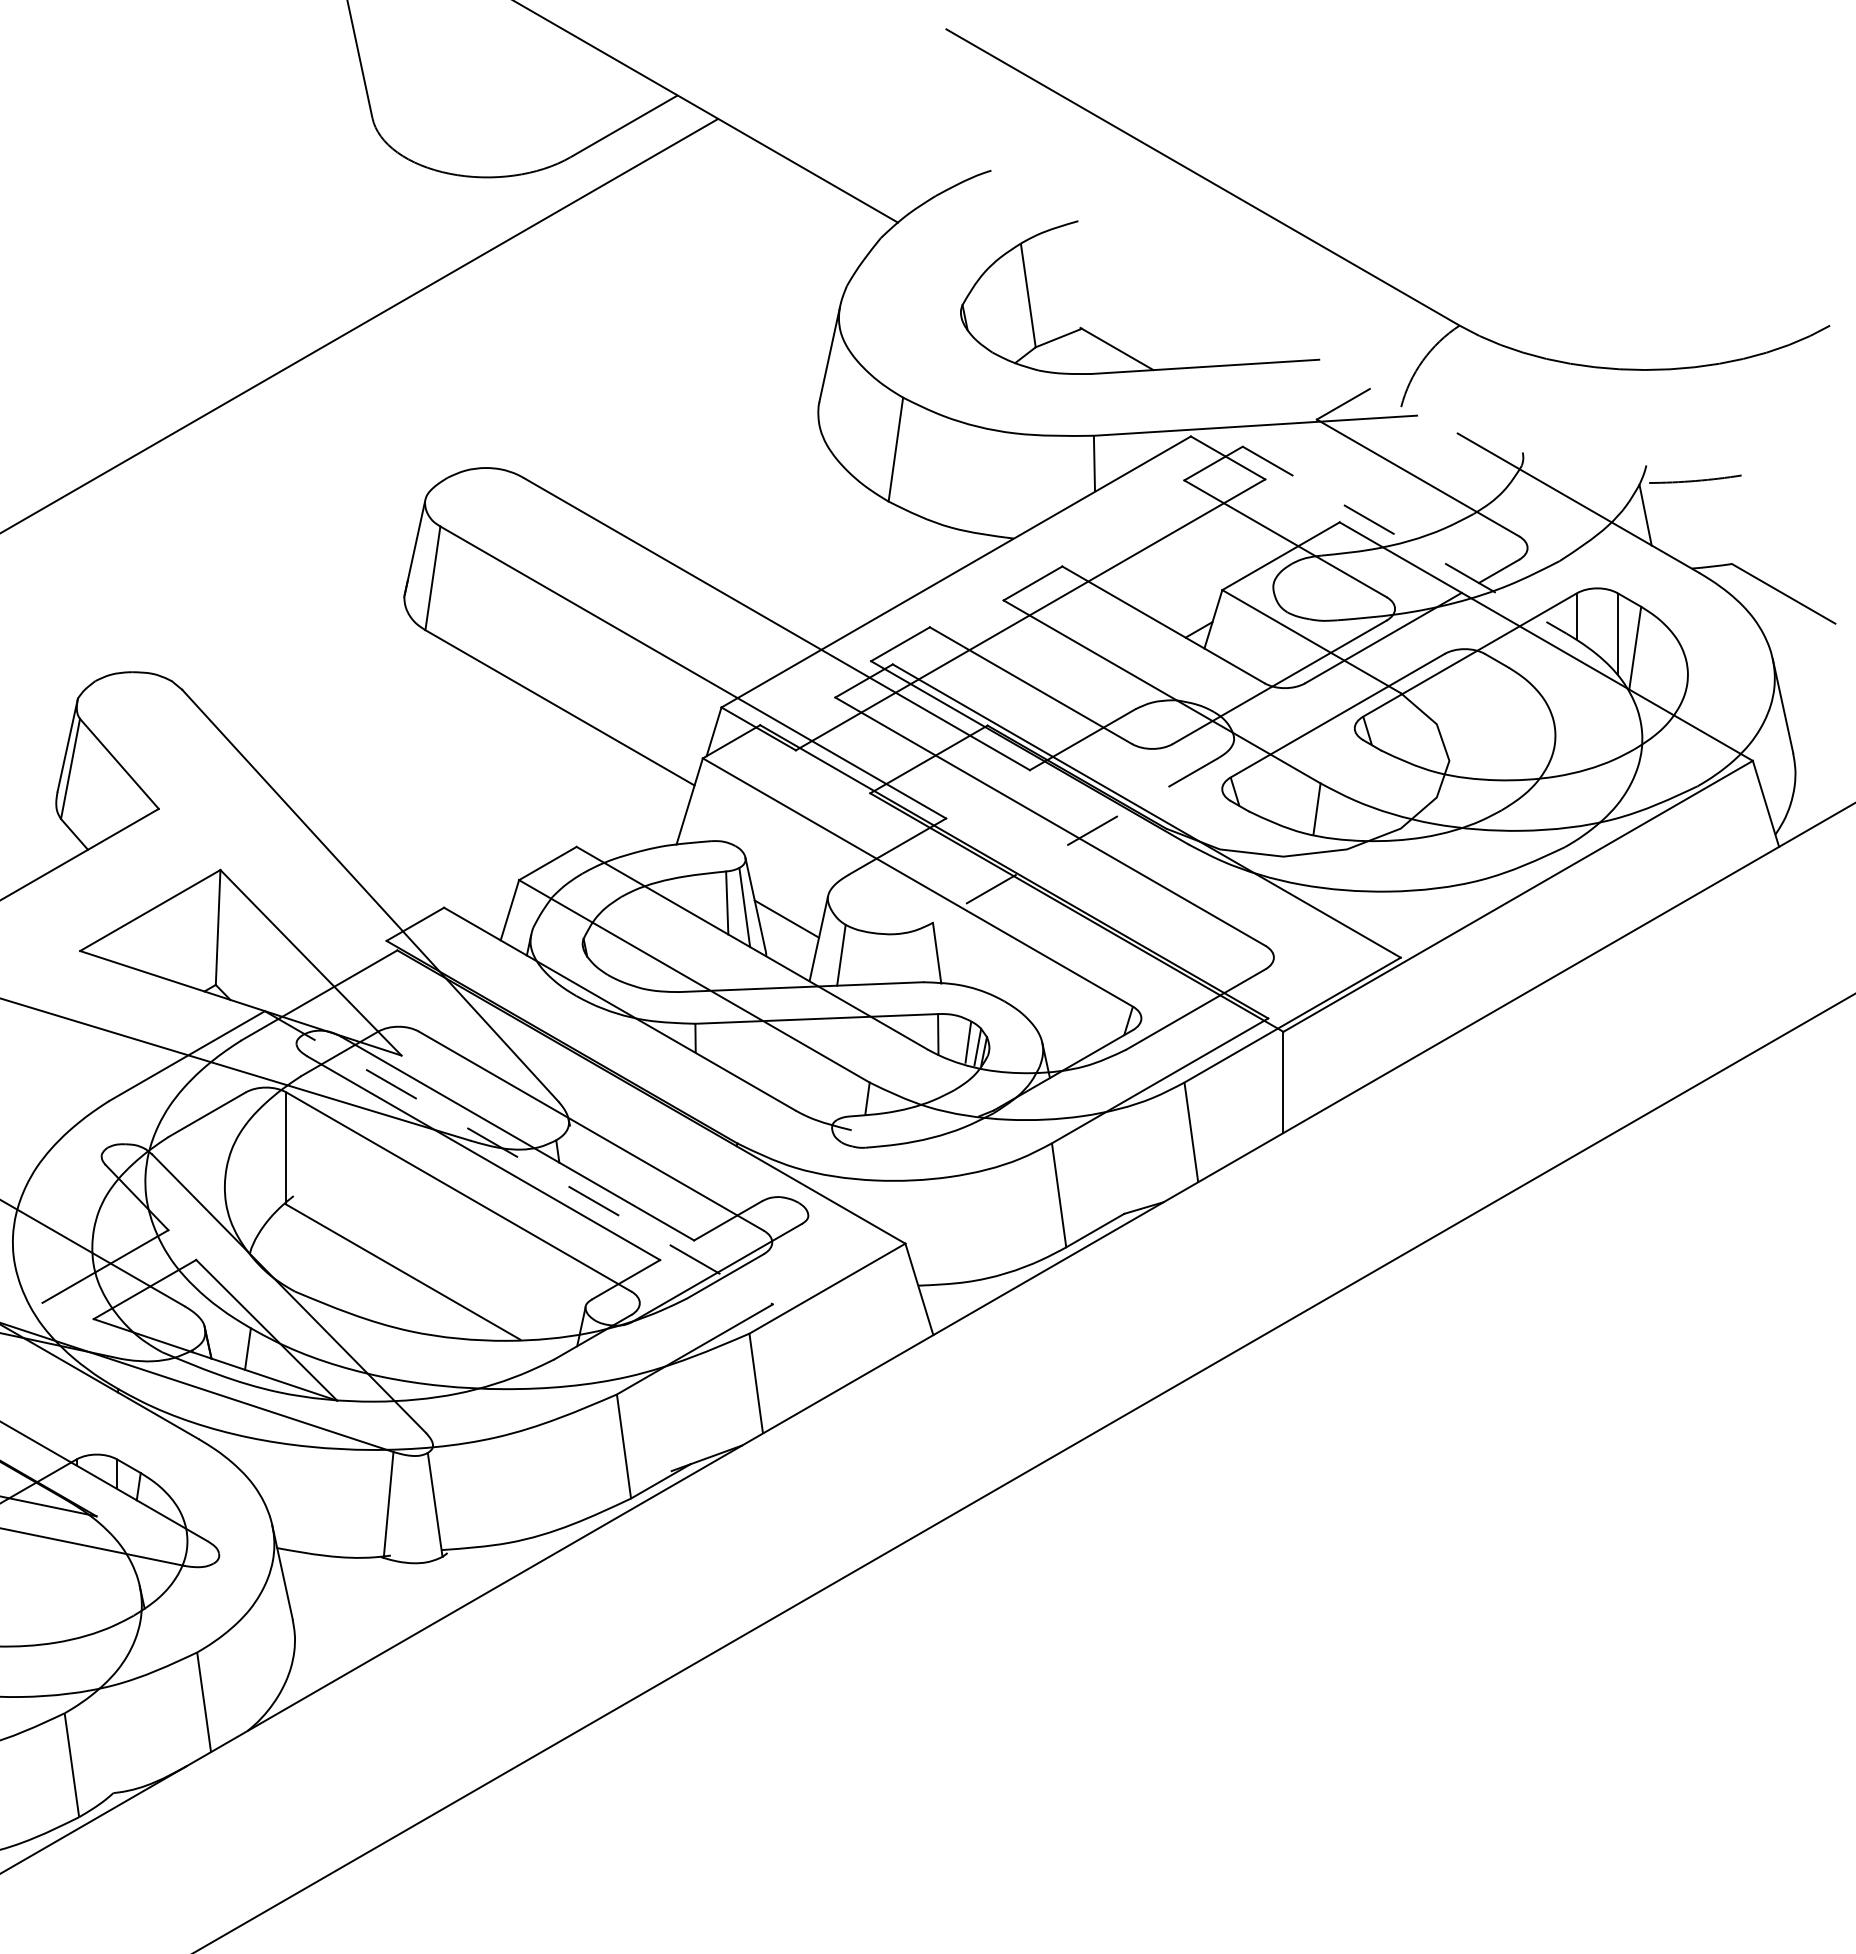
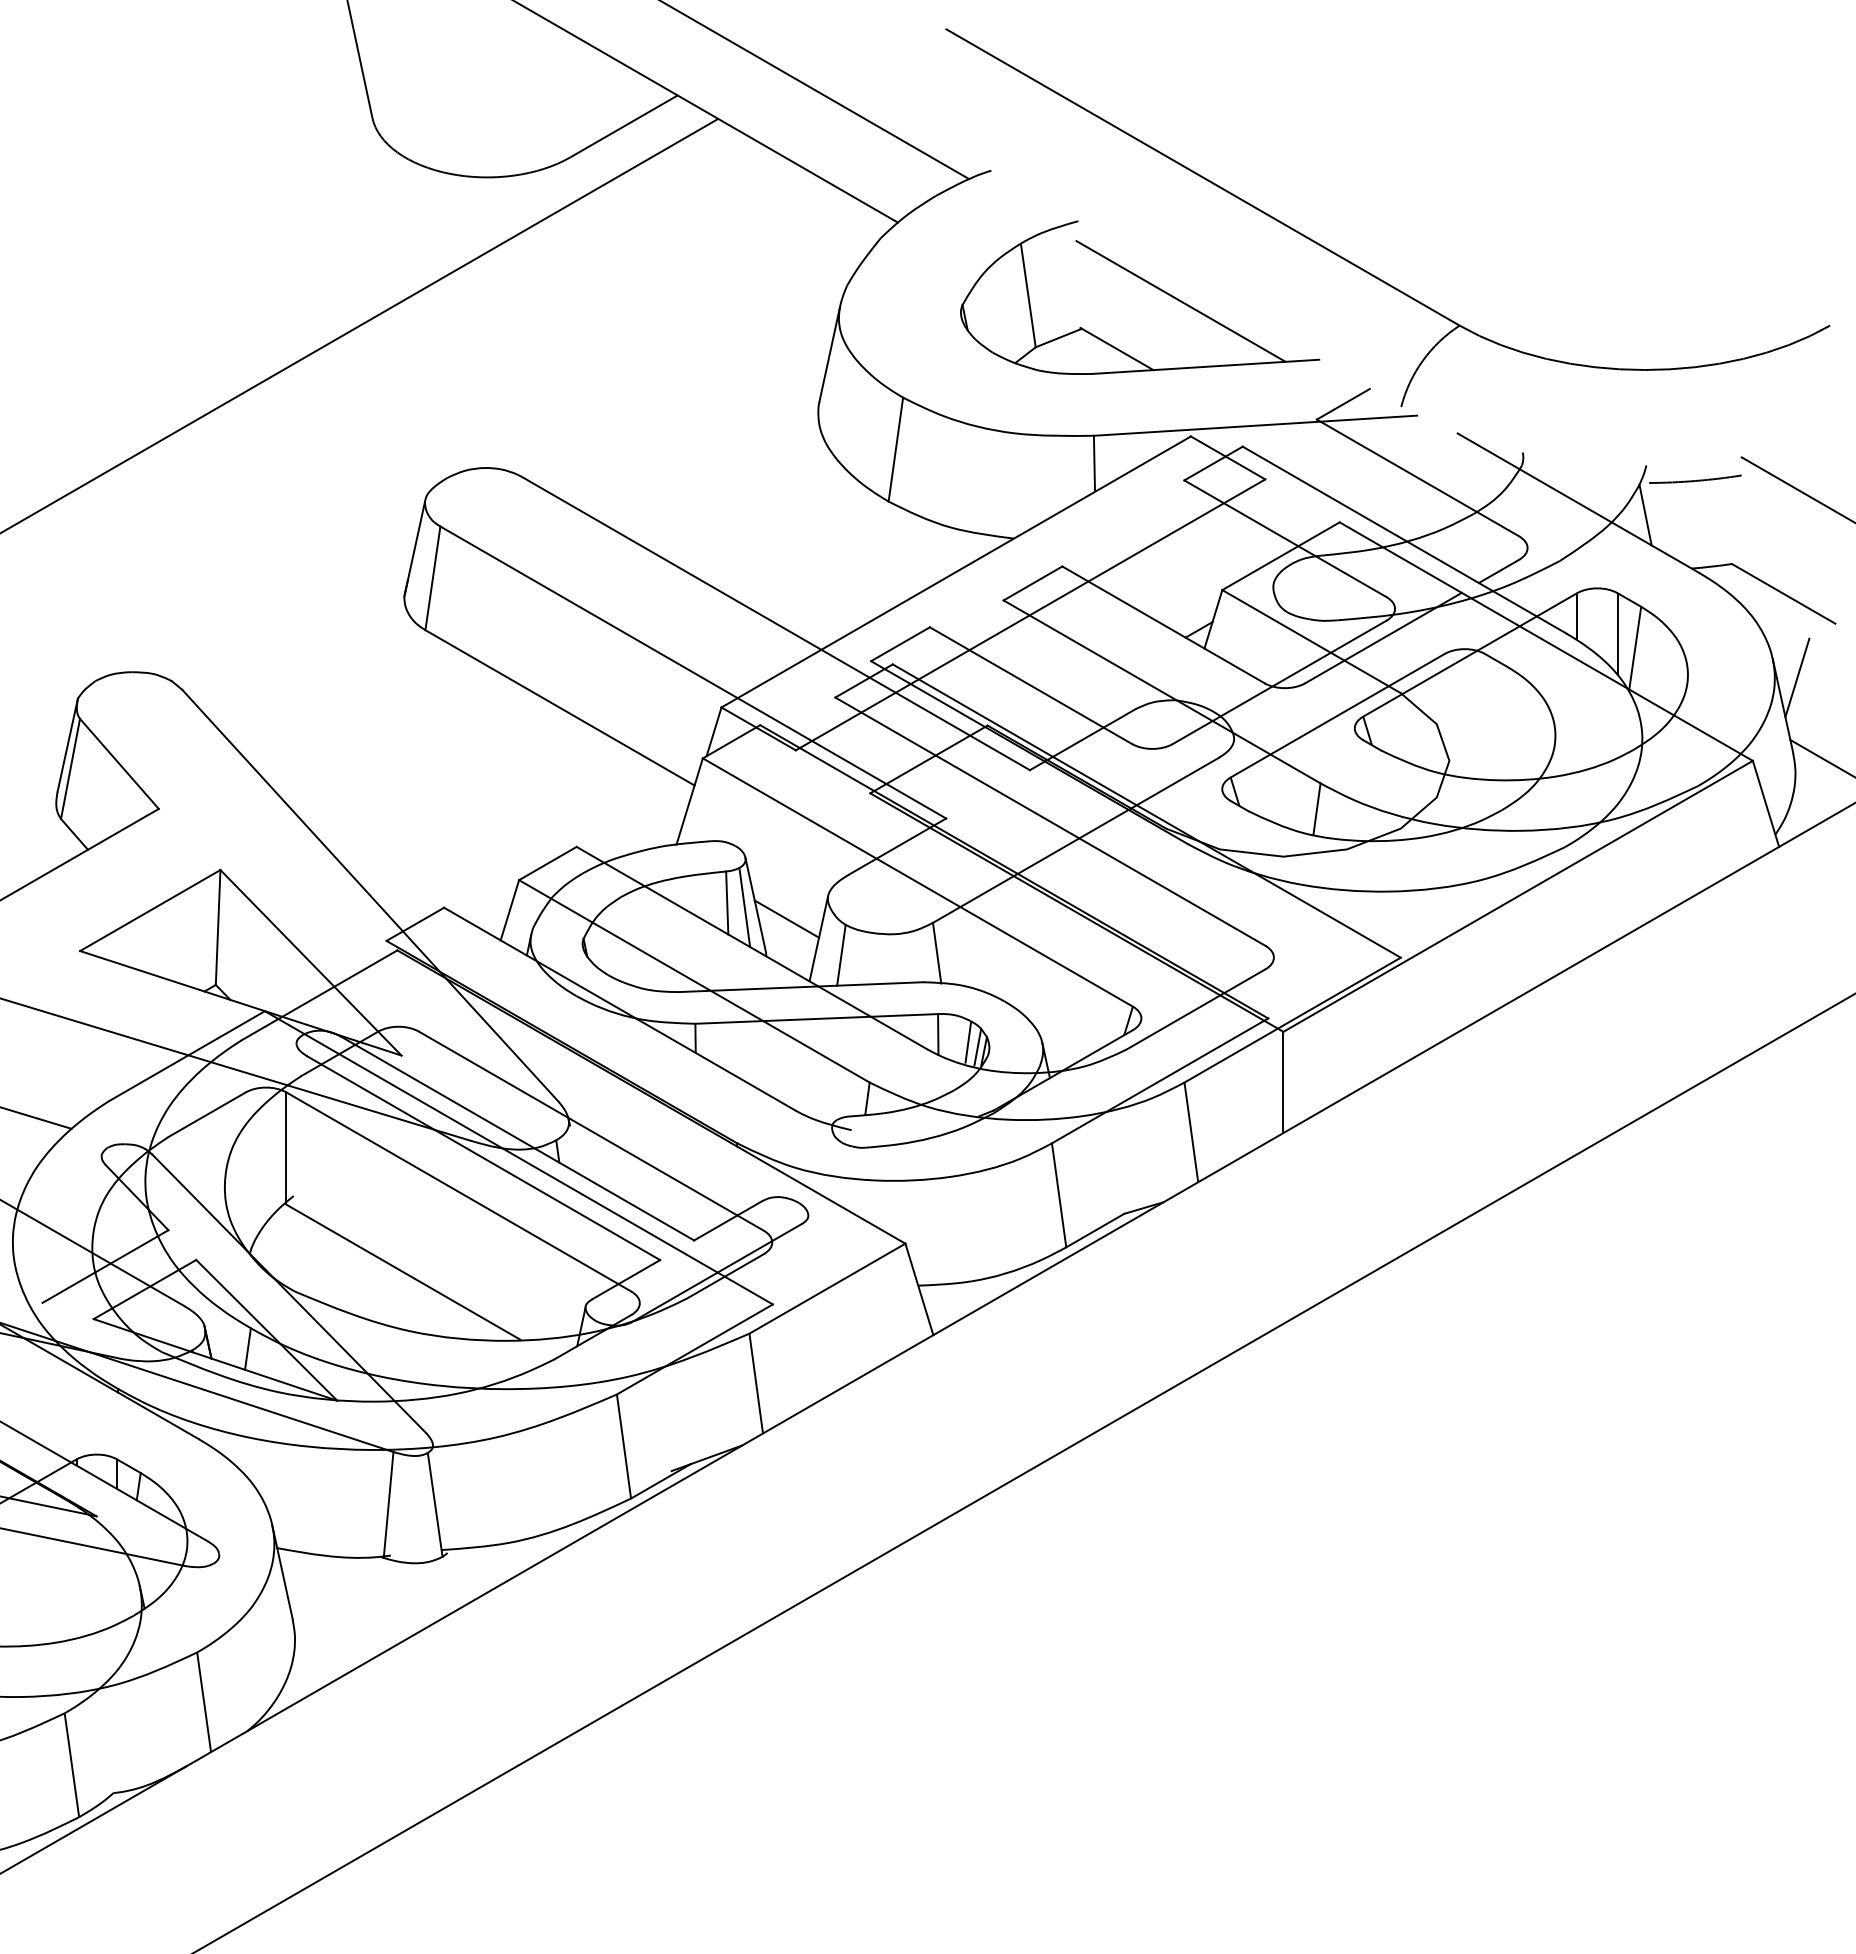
line at (815, 90): none -> present
line at (1180, 300): none -> present
line at (1796, 489): none -> present
line at (1404, 540): dashed -> solid
line at (1797, 677): none -> present
line at (1821, 757): none -> present
line at (1075, 840): dashed -> solid
line at (36, 1118): none -> present
line at (519, 1158): dashed -> solid
